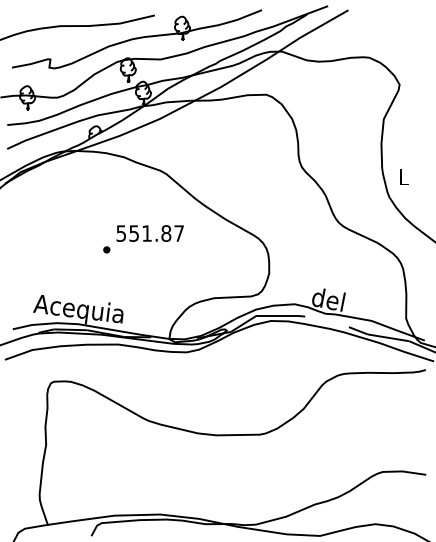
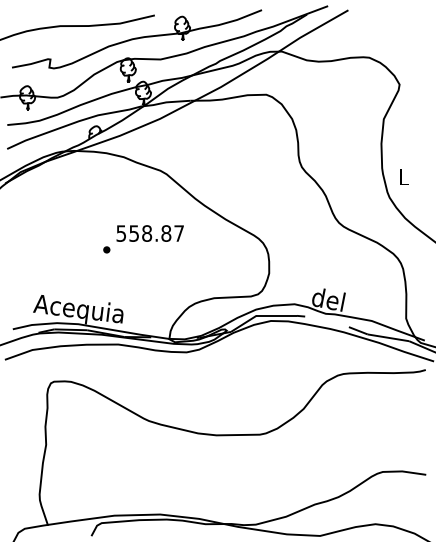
text at (147, 233): 551.87 -> 558.87
